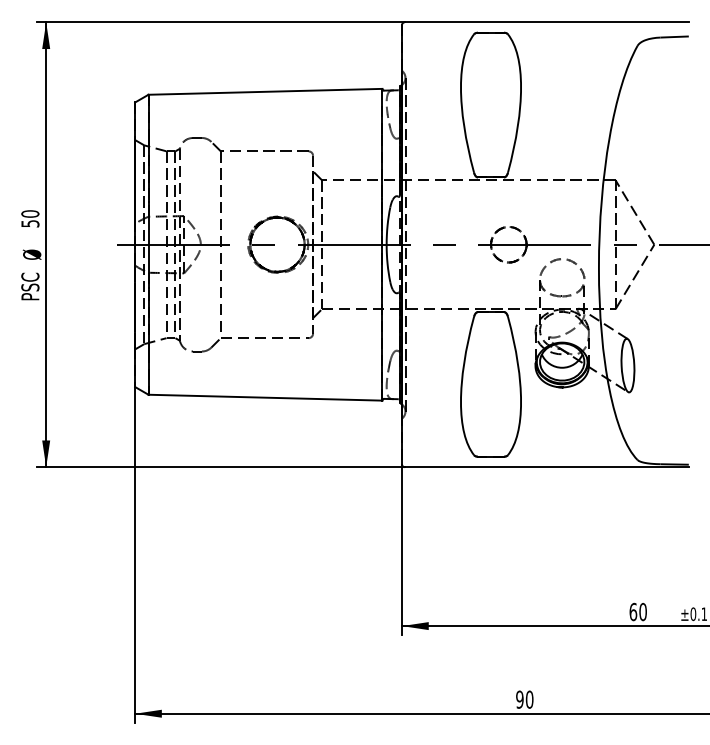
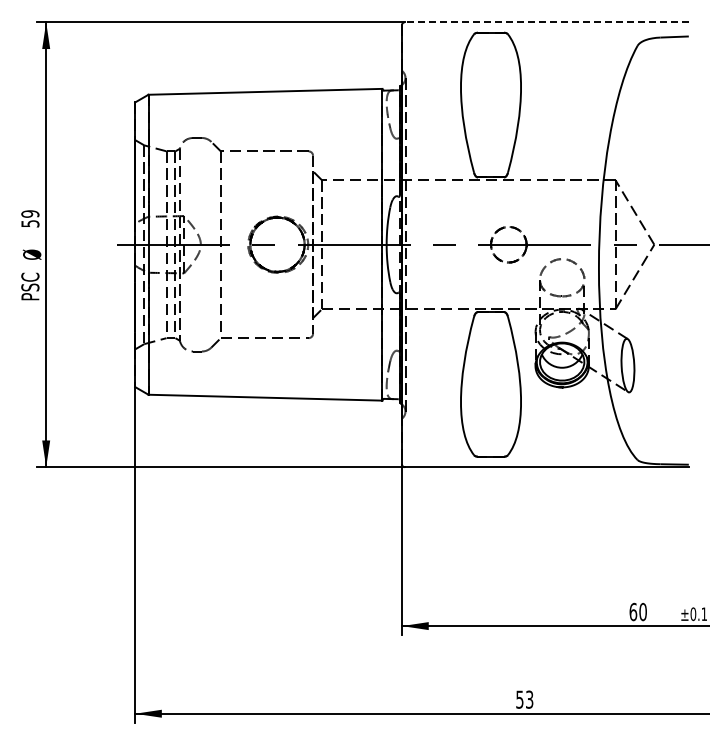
line at (546, 22): solid -> dashed
text at (30, 213): 50 -> 59
text at (524, 699): 90 -> 53
